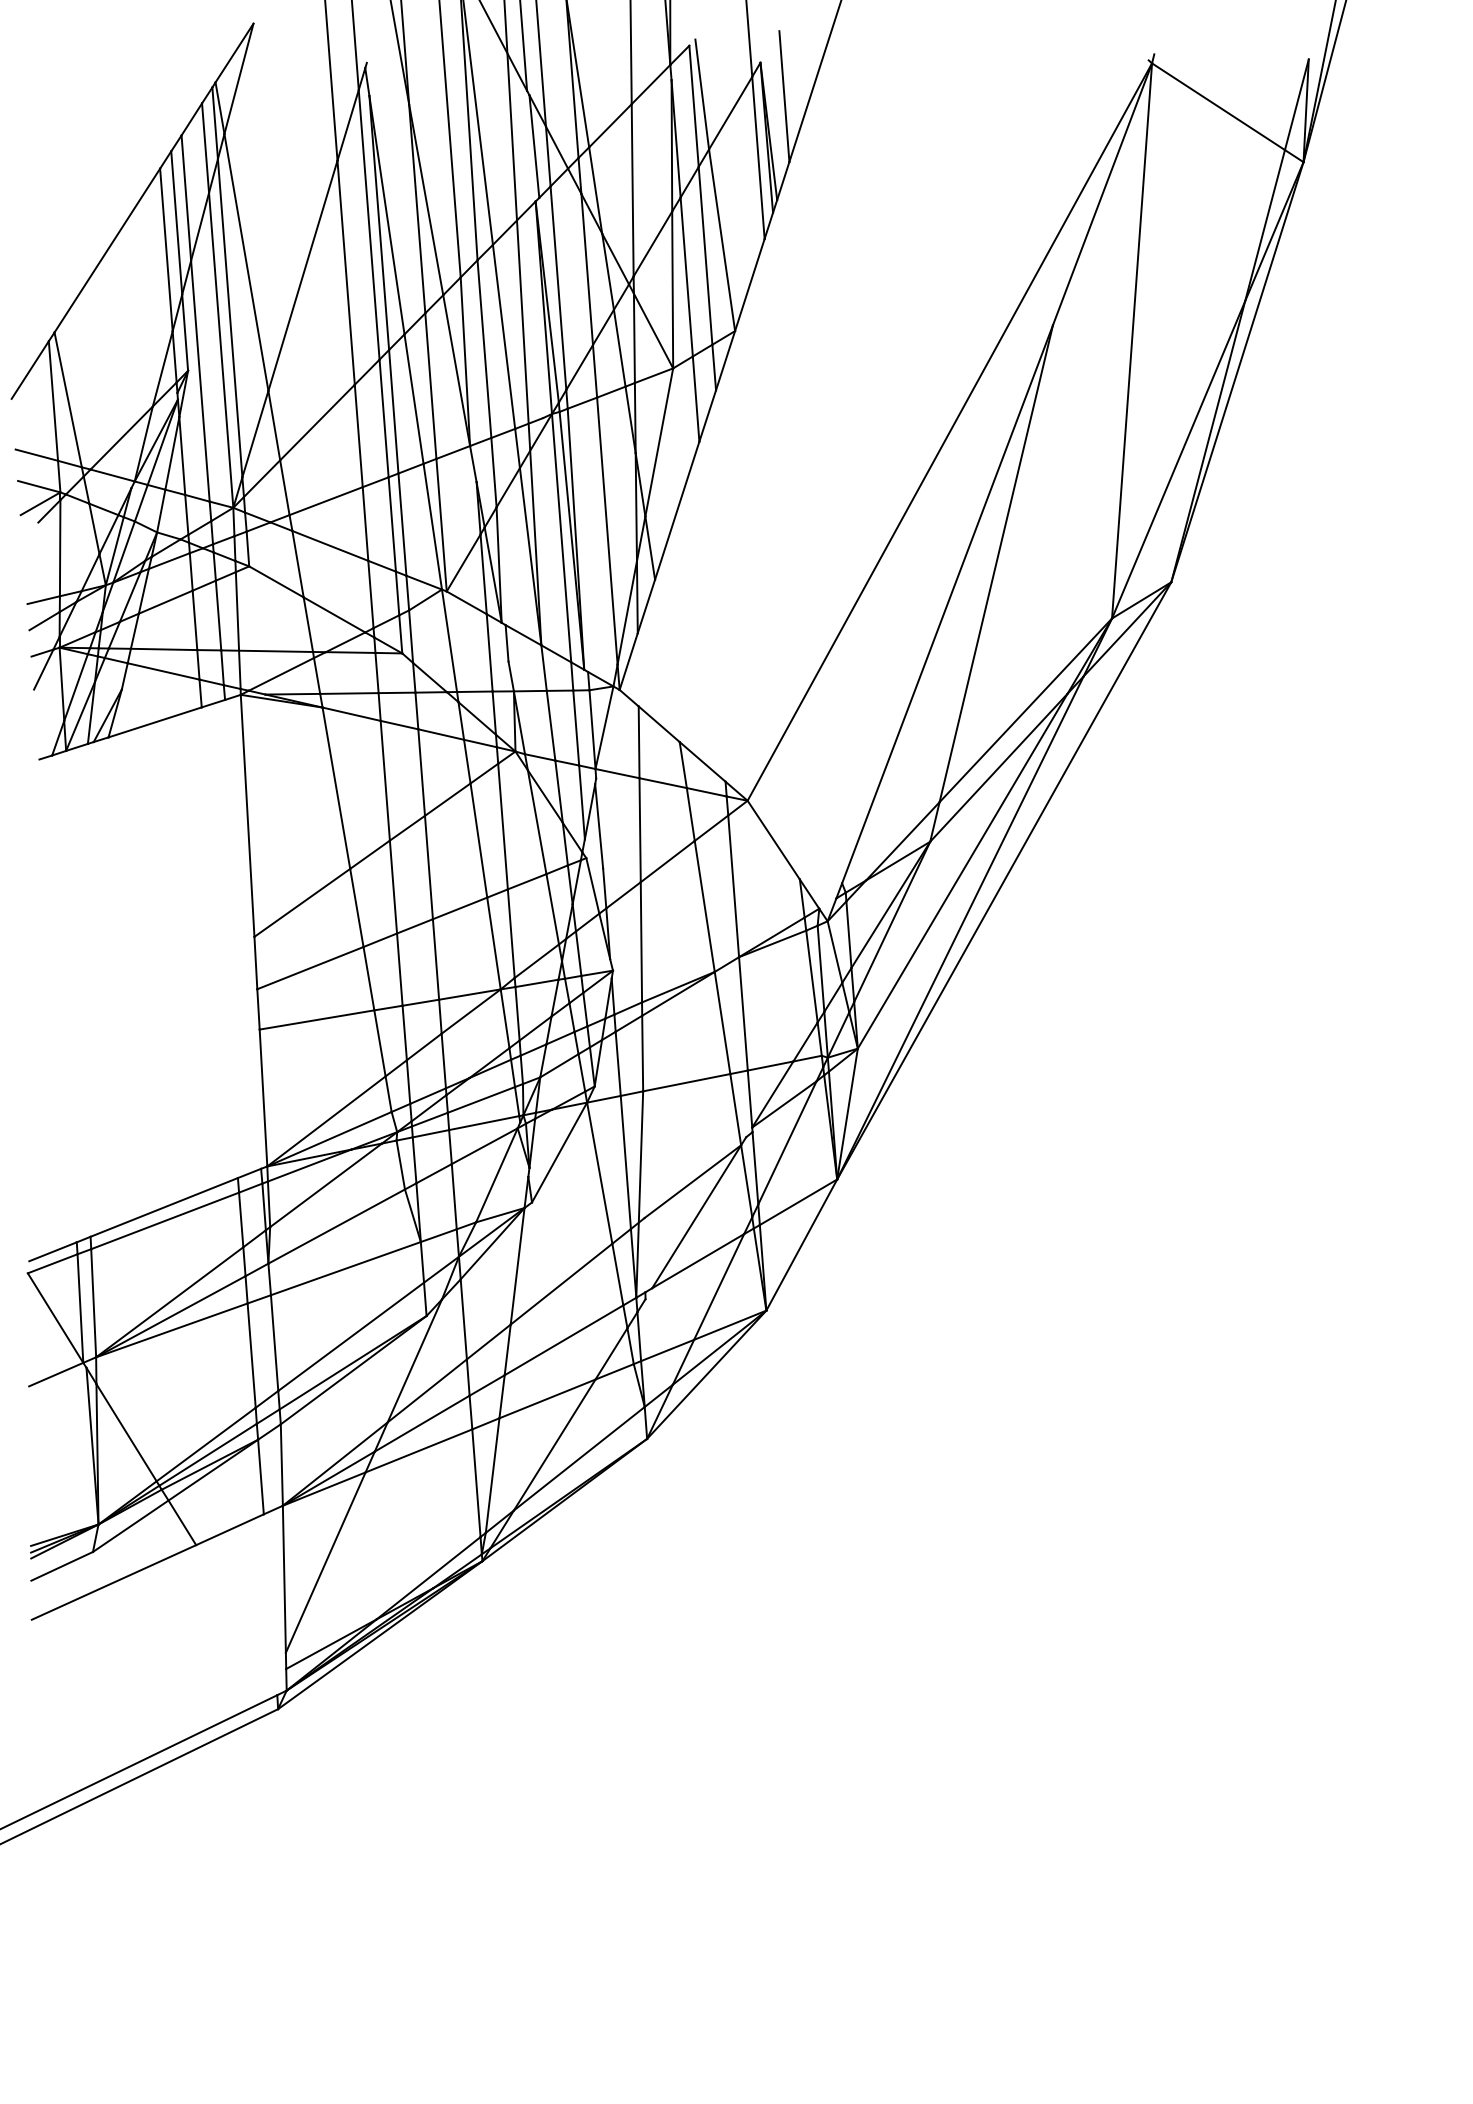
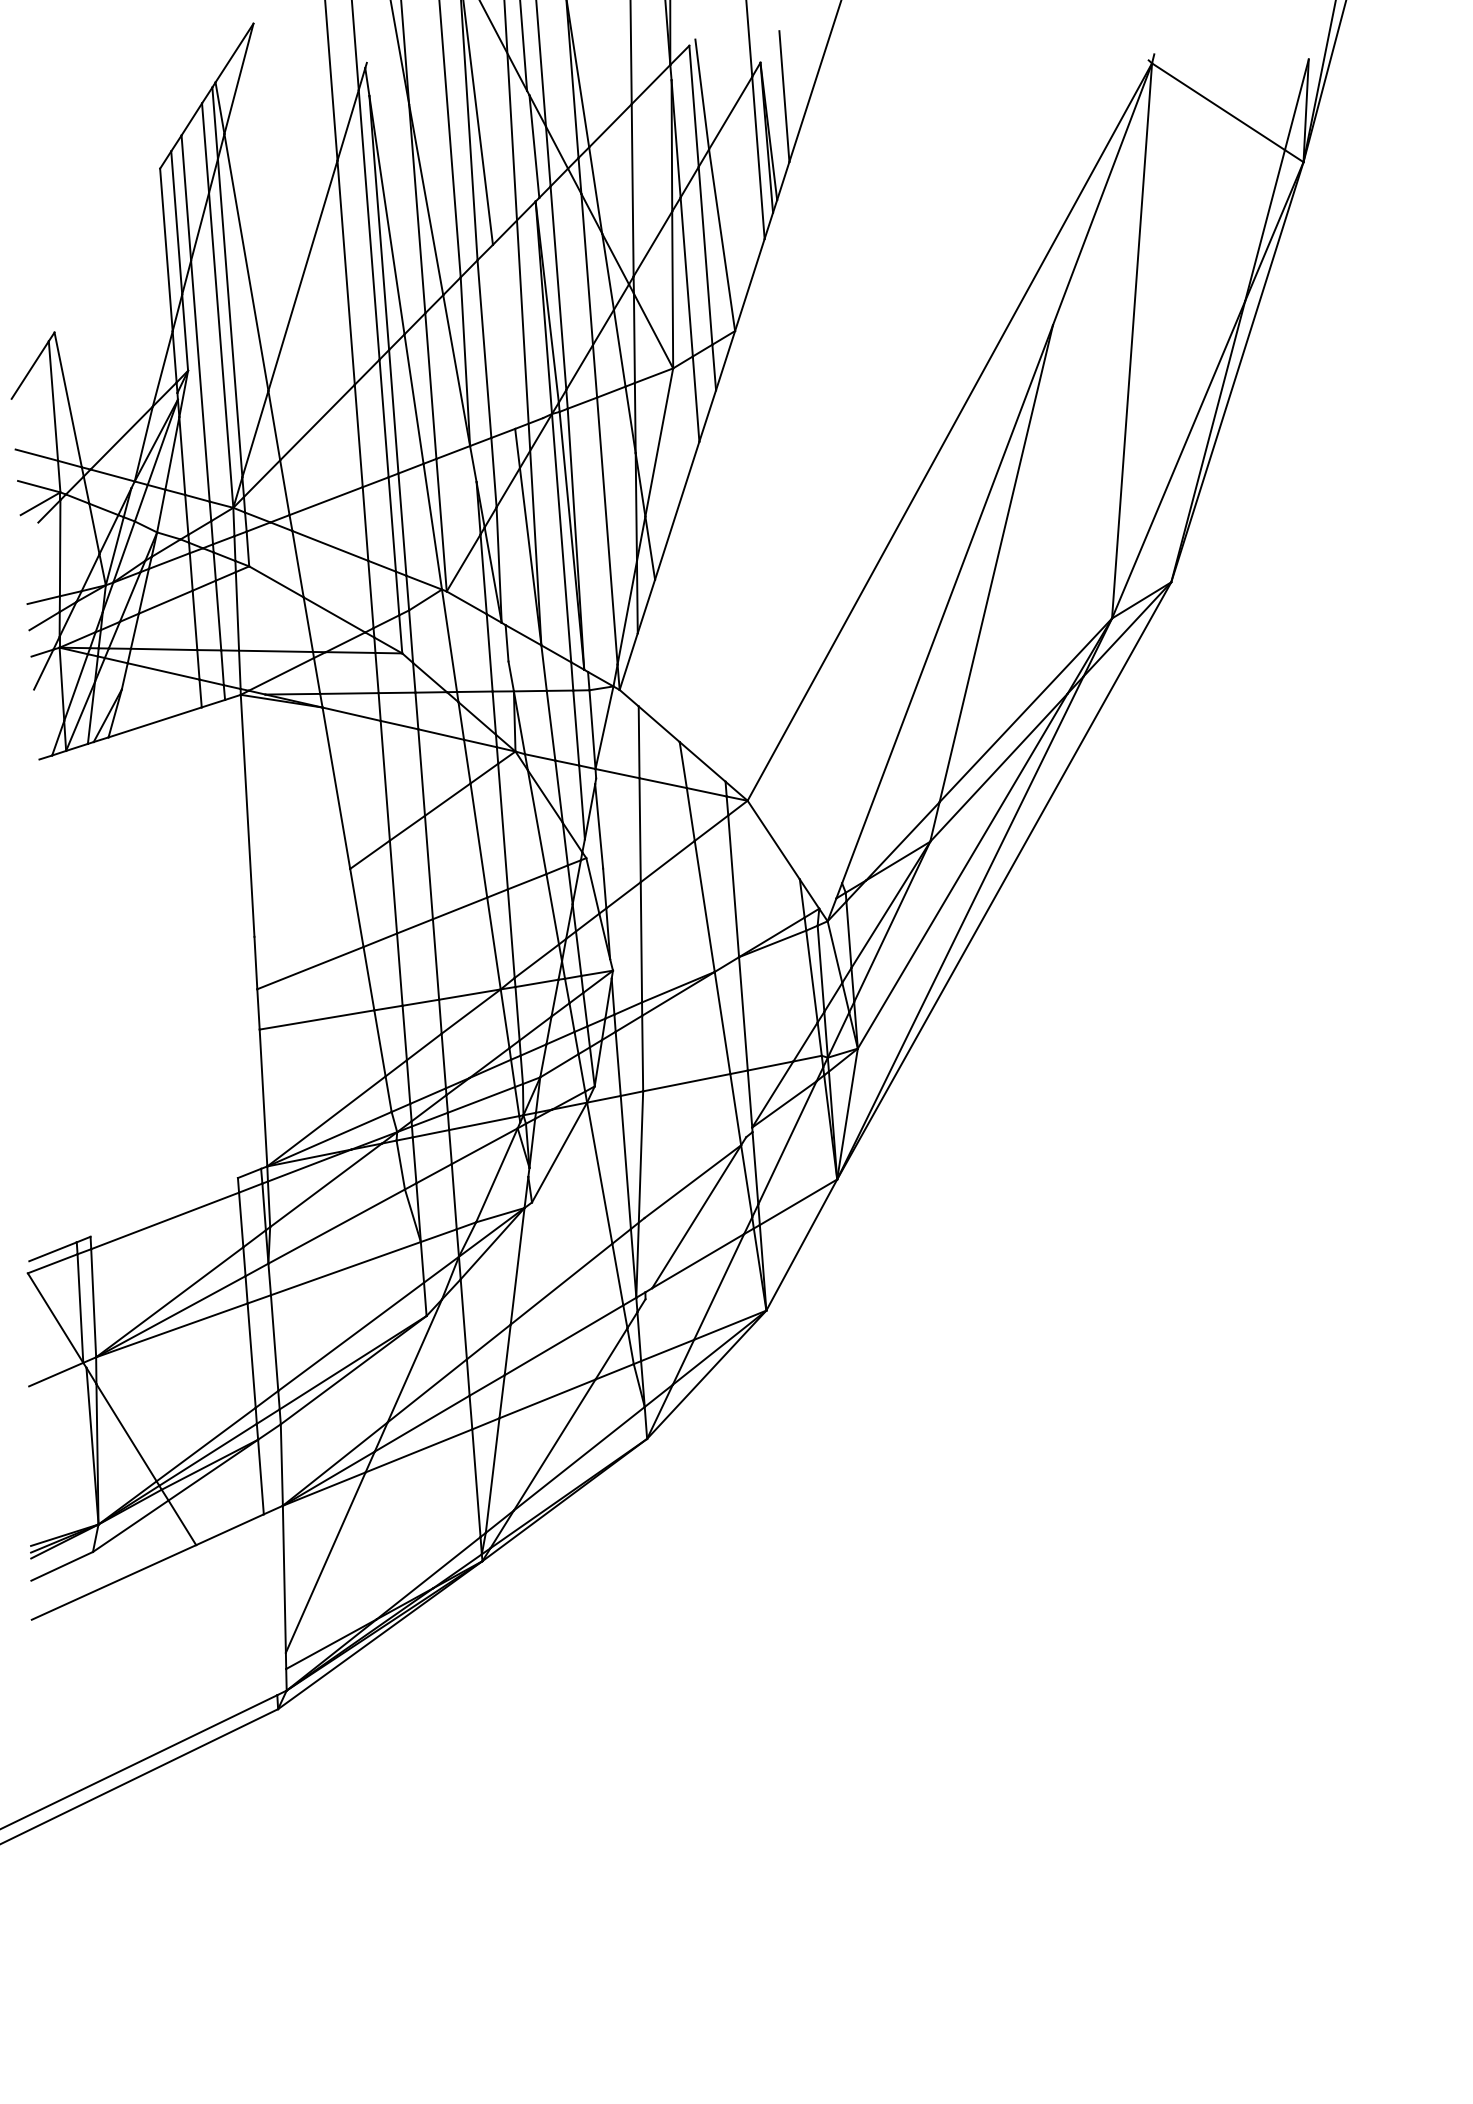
line at (107, 250): present -> none
line at (503, 336): present -> none
line at (302, 902): present -> none
line at (163, 1207): present -> none
